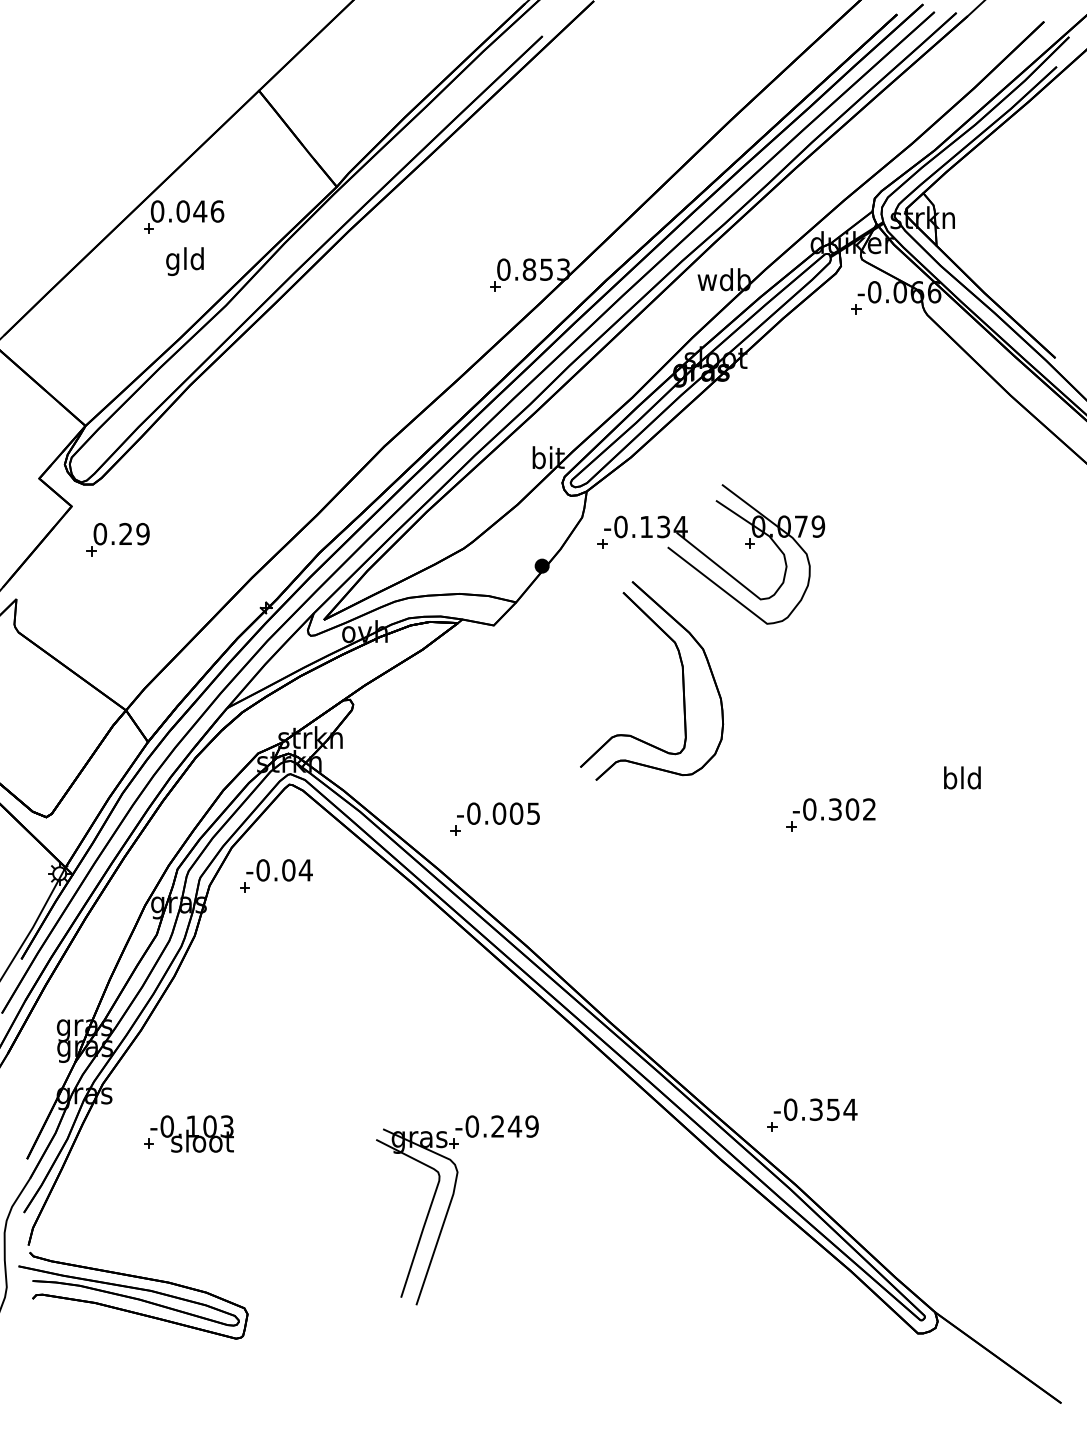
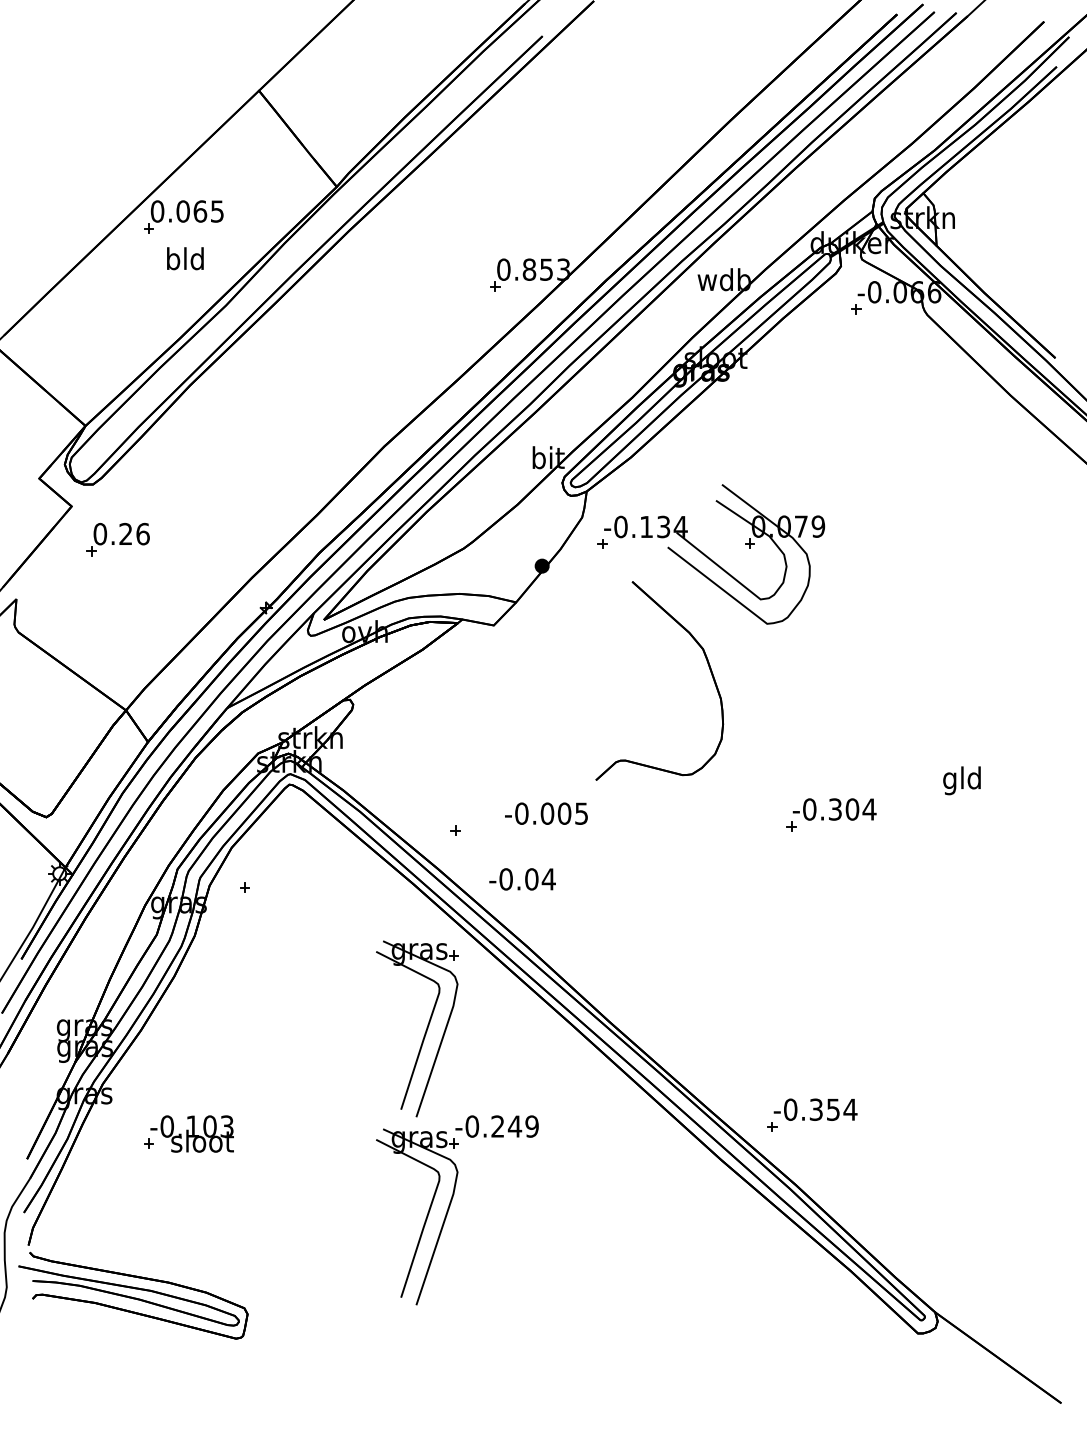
text at (208, 211): 0.046 -> 0.065
text at (173, 261): gld -> bld
text at (142, 533): 0.29 -> 0.26
part at (682, 679): present -> none
text at (950, 780): bld -> gld
text at (869, 809): -0.302 -> -0.304
text at (498, 813) position: (498, 813) -> (546, 813)
text at (279, 870) position: (279, 870) -> (522, 879)
part at (425, 1030): none -> present
